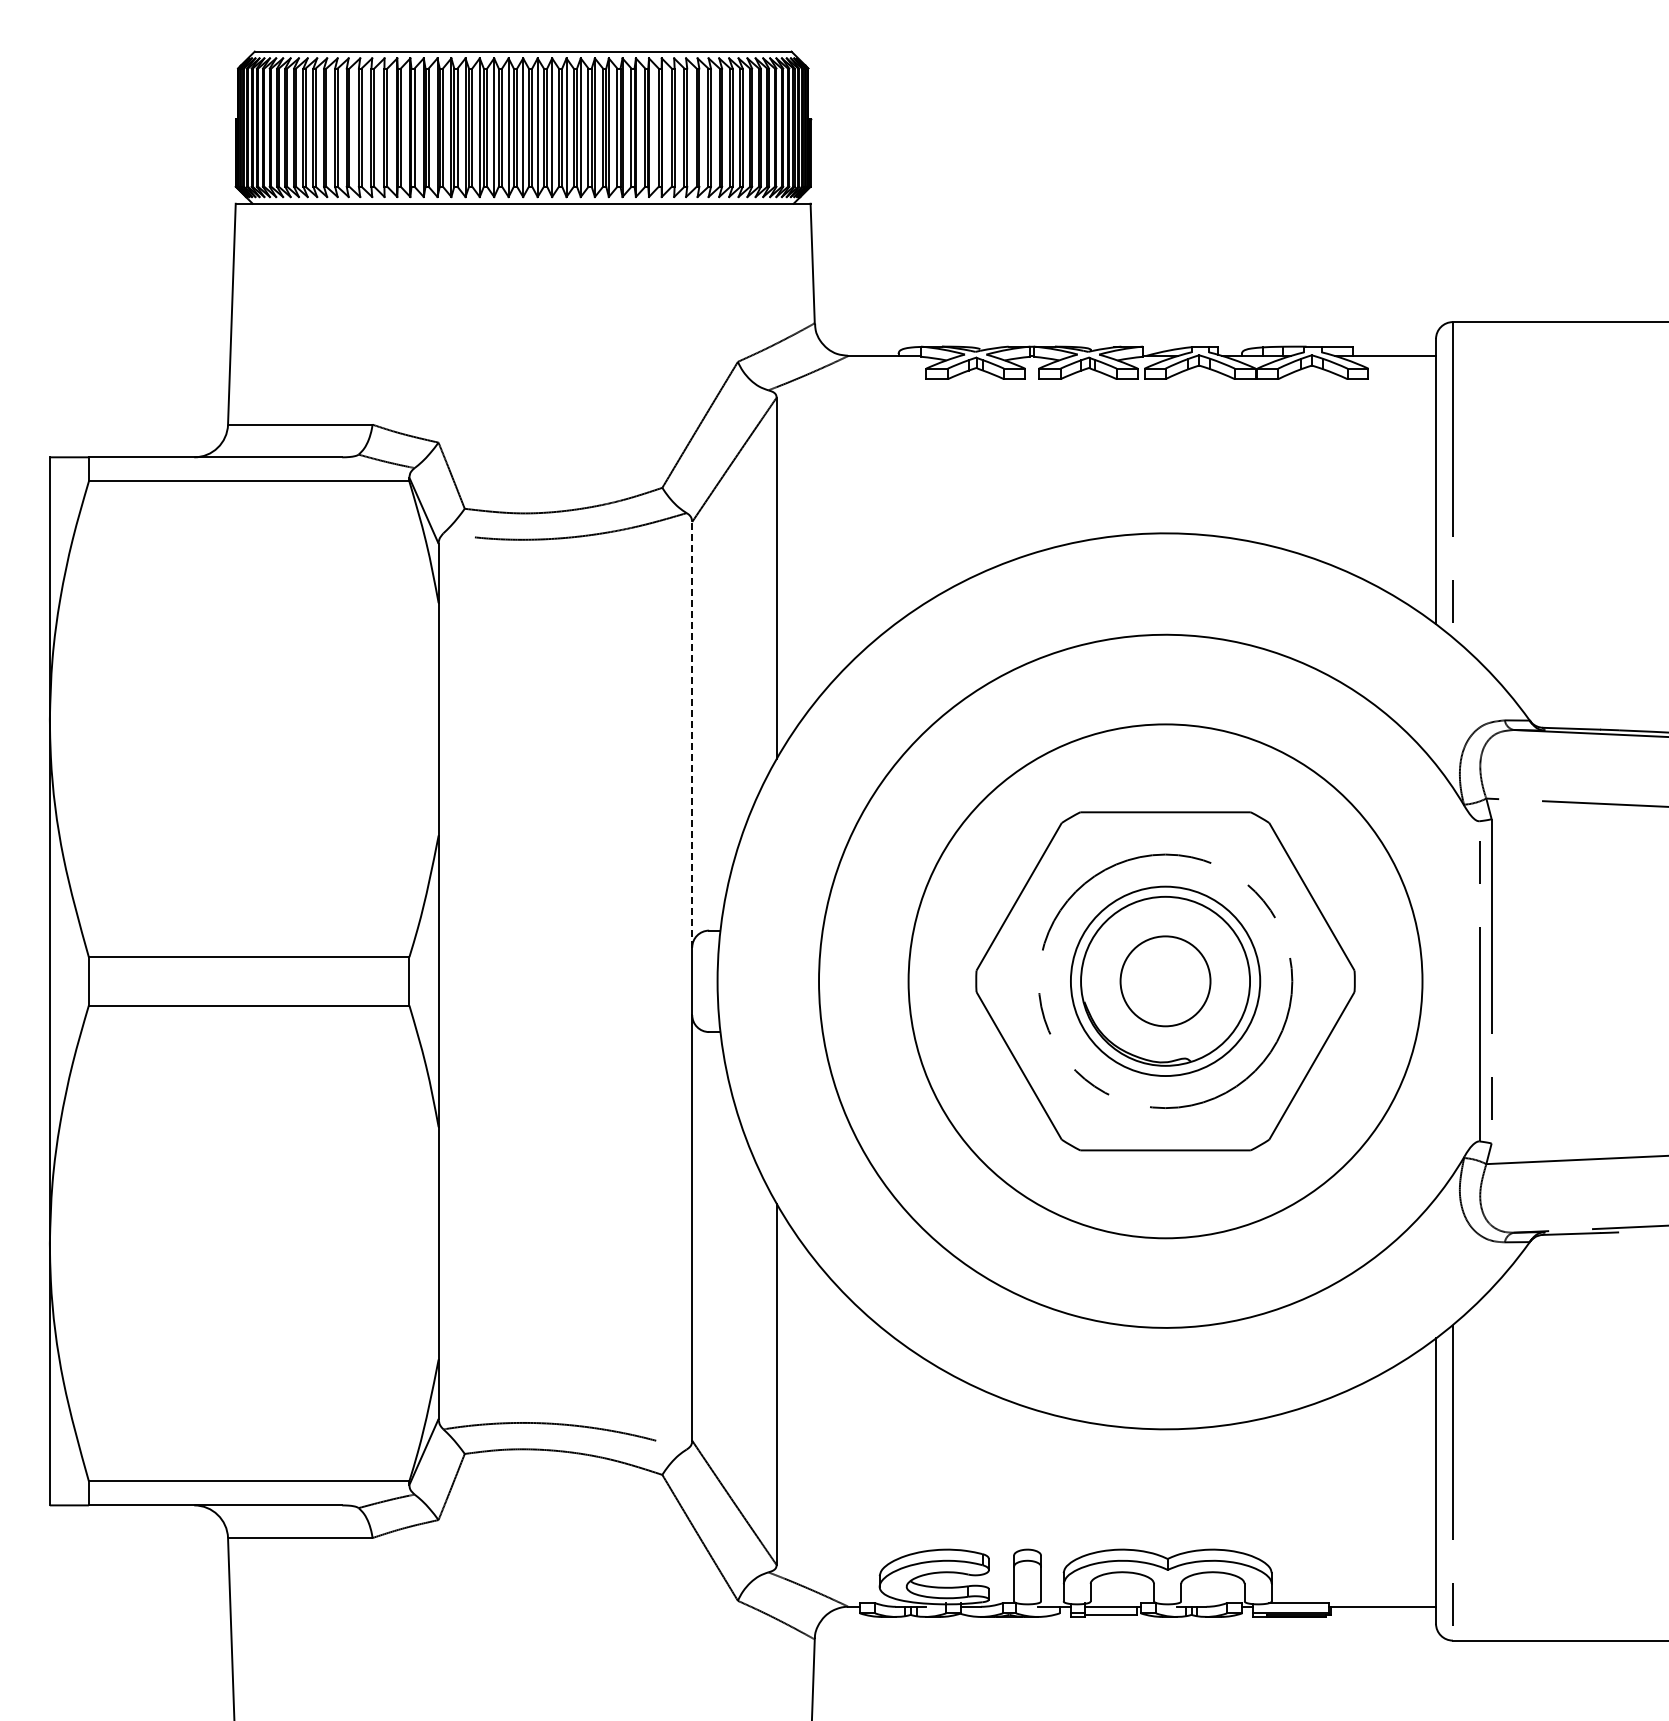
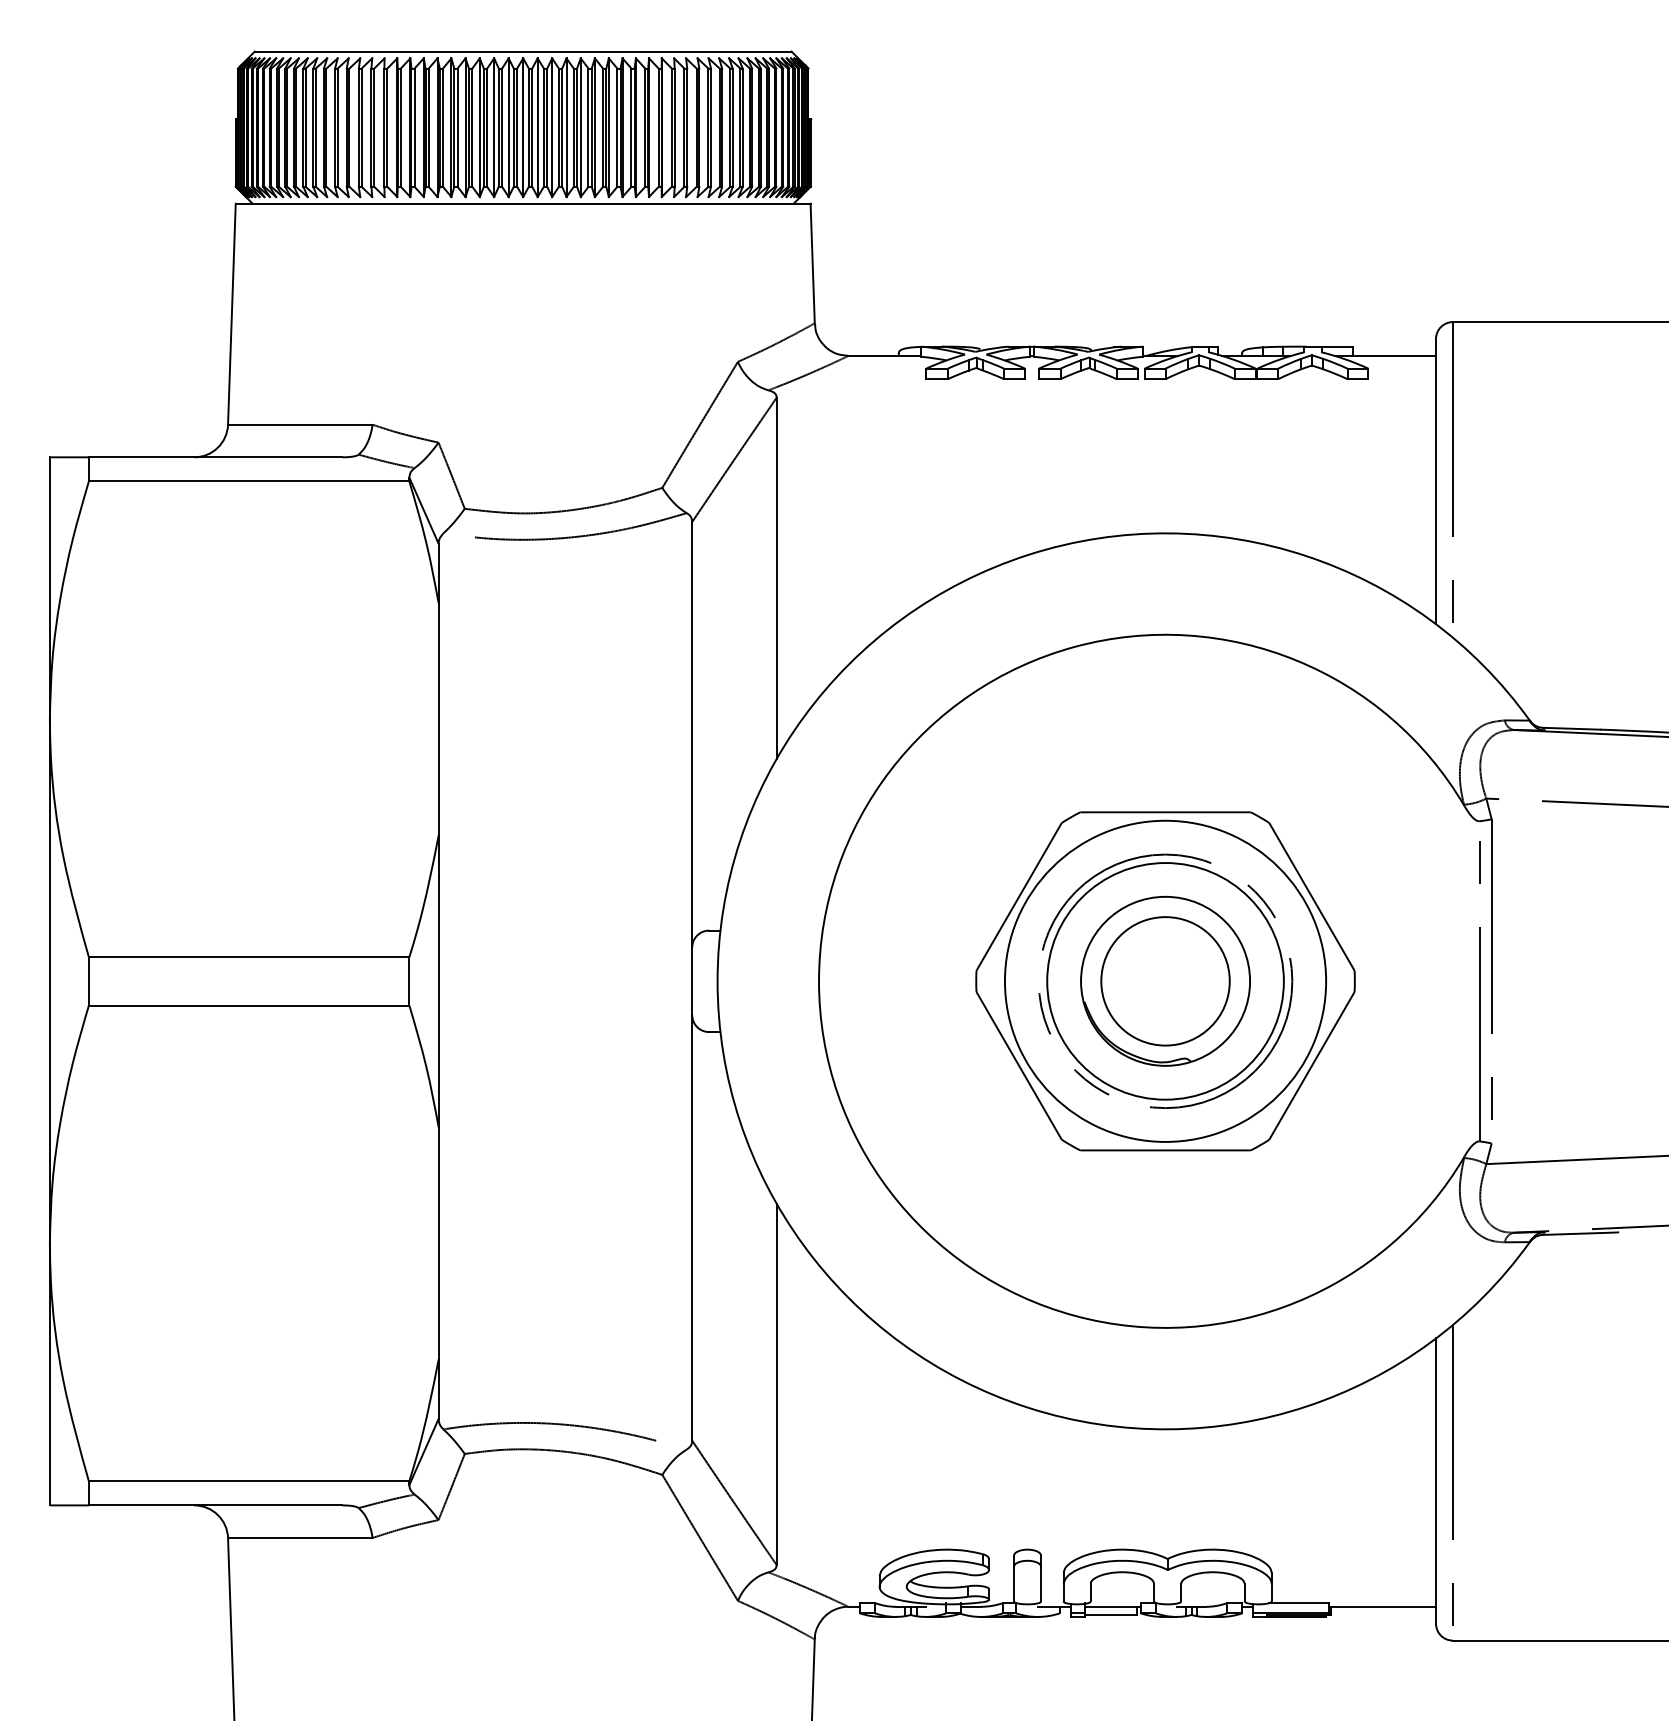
line at (692, 734): dashed -> solid
circle at (1165, 981) diameter: 189 px -> 237 px
circle at (1165, 981) diameter: 514 px -> 321 px
circle at (1165, 981) diameter: 90 px -> 128 px
